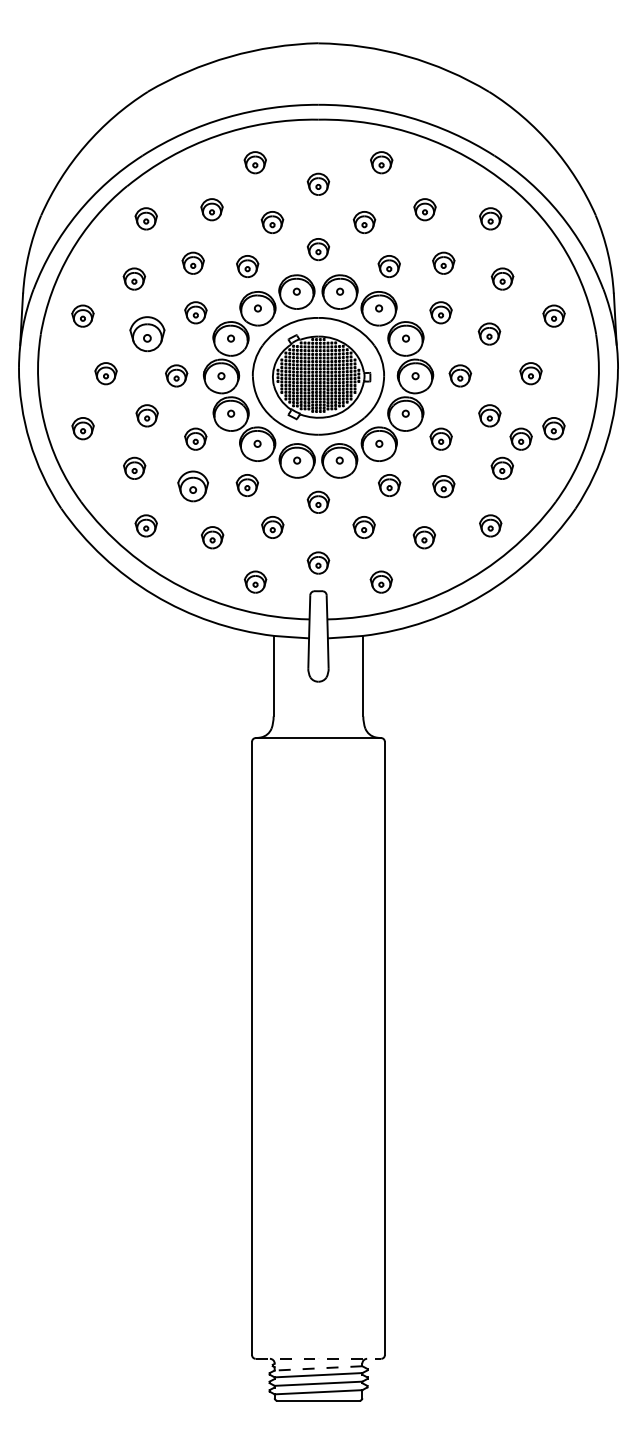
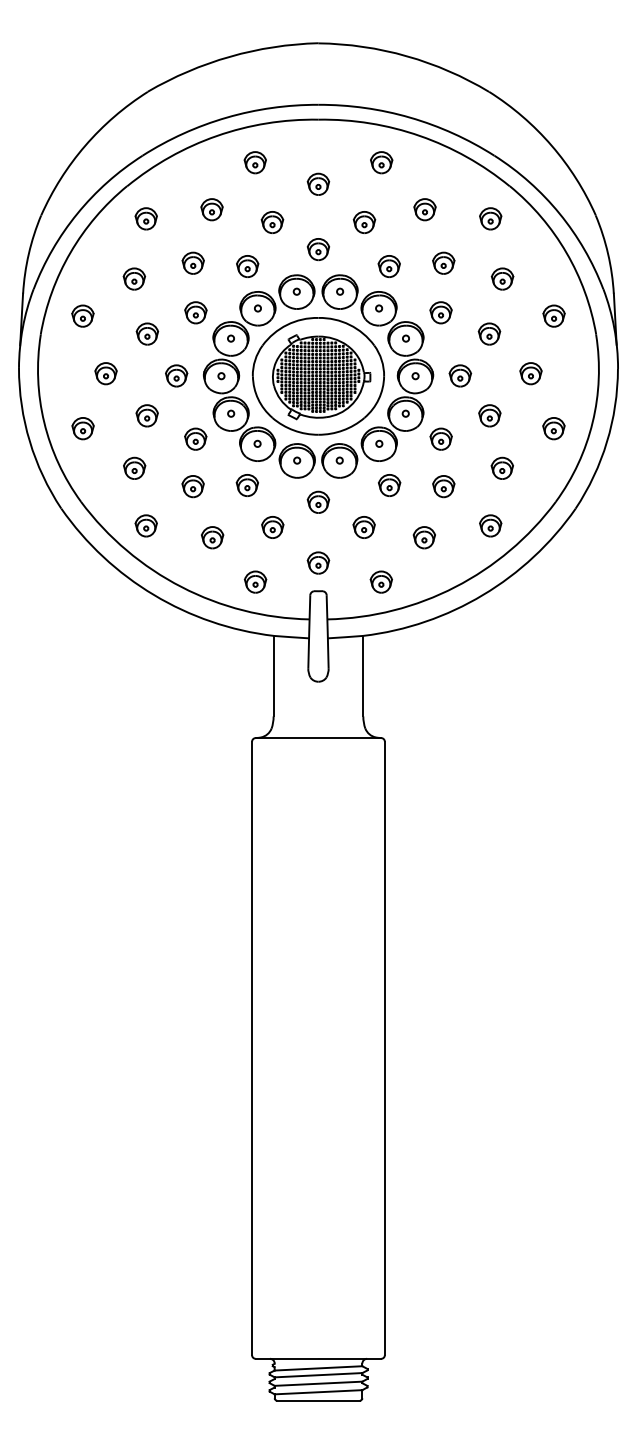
part at (147, 334) size: 37x37 px -> 25x24 px
part at (520, 438): present -> none
part at (192, 486) size: 32x33 px -> 24x24 px
line at (318, 1358): dashed -> solid
line at (318, 1368): dashed -> solid
